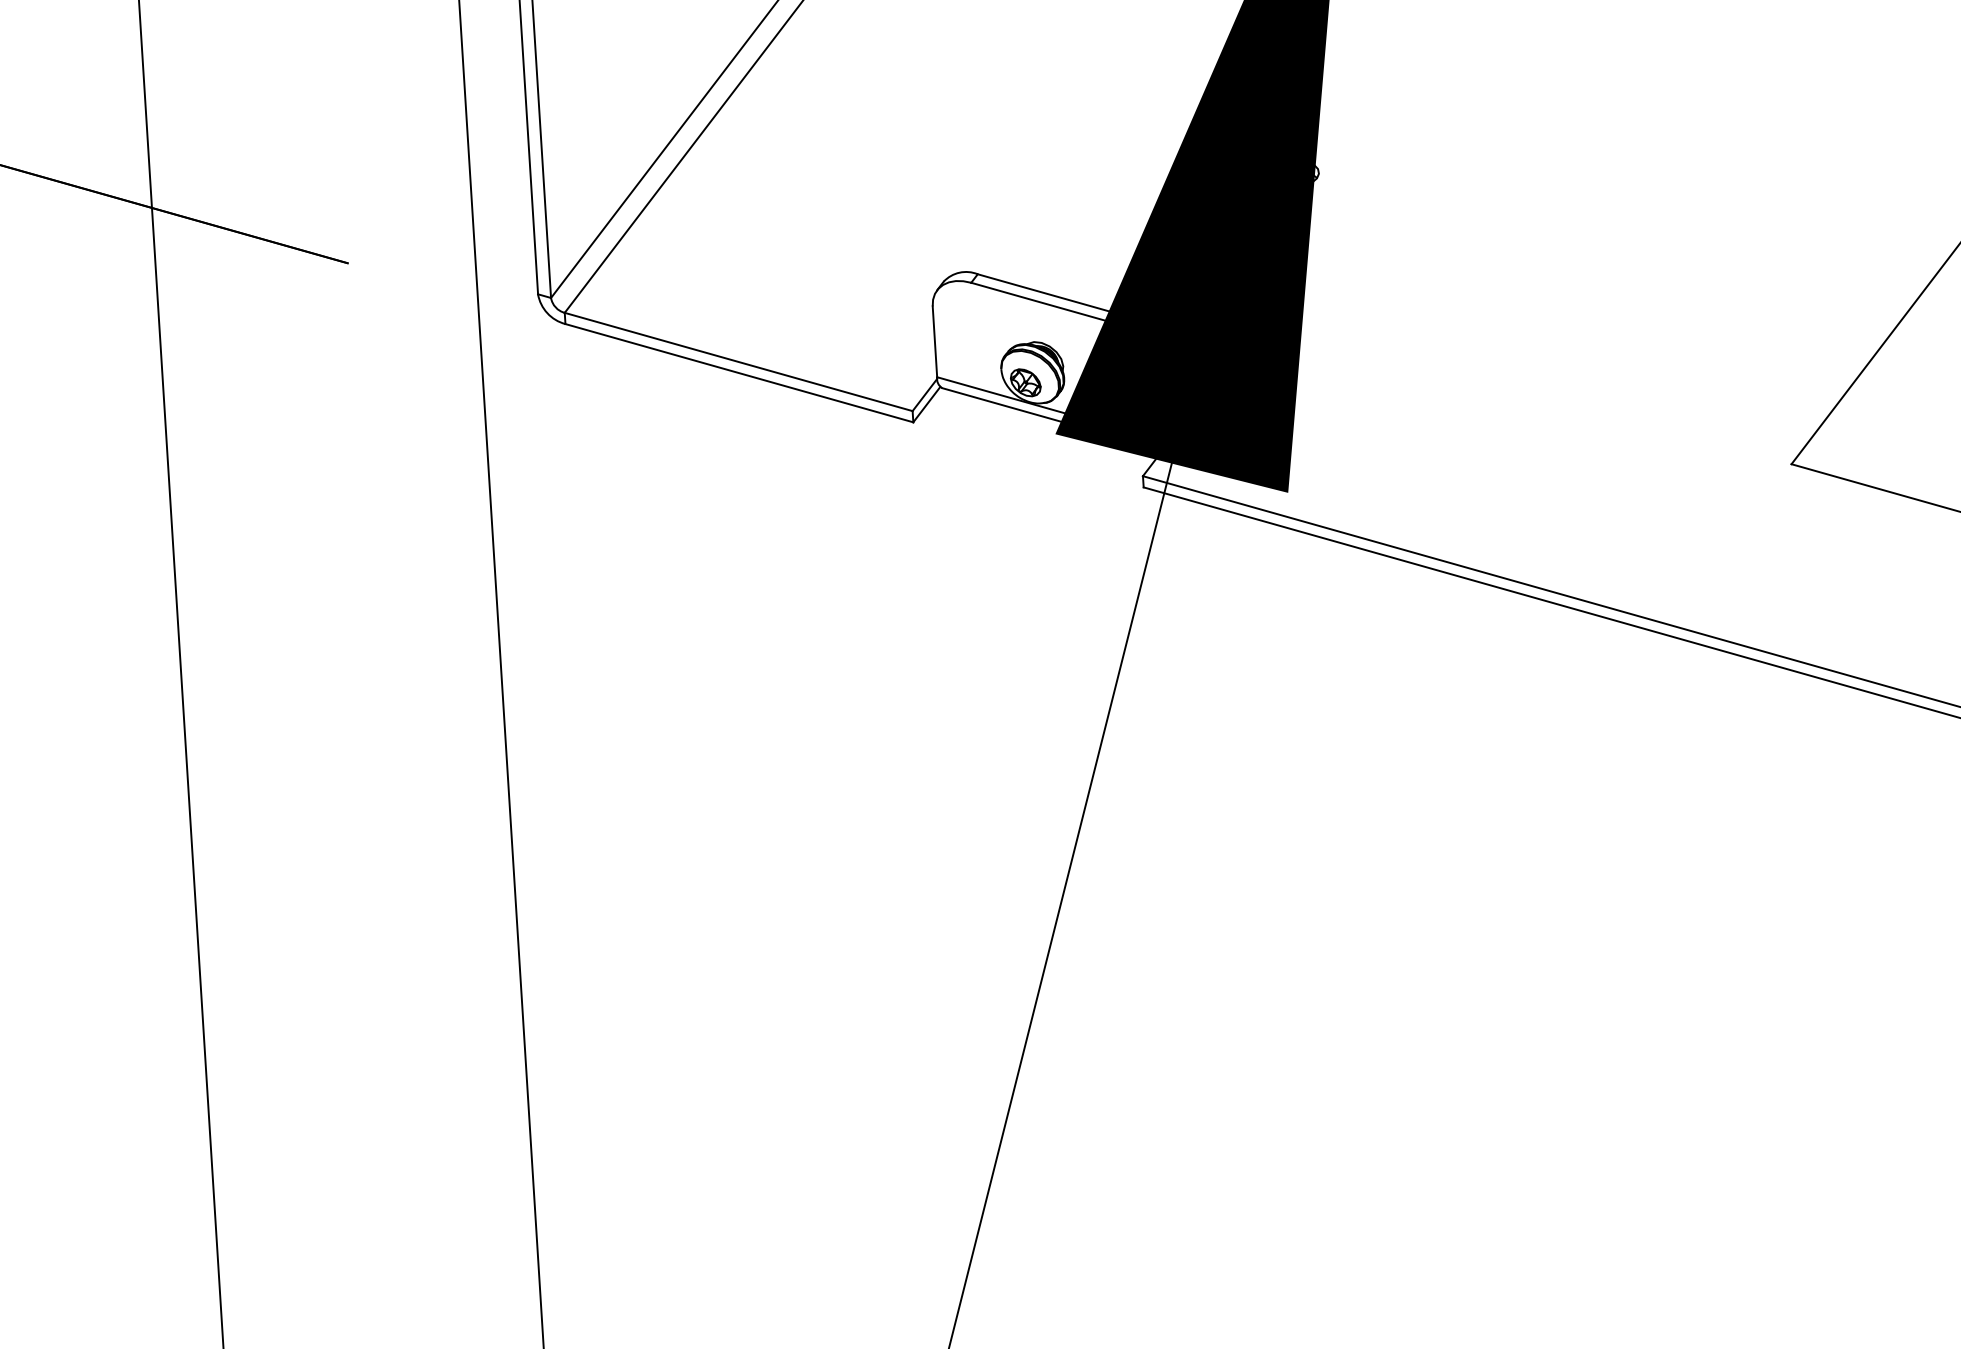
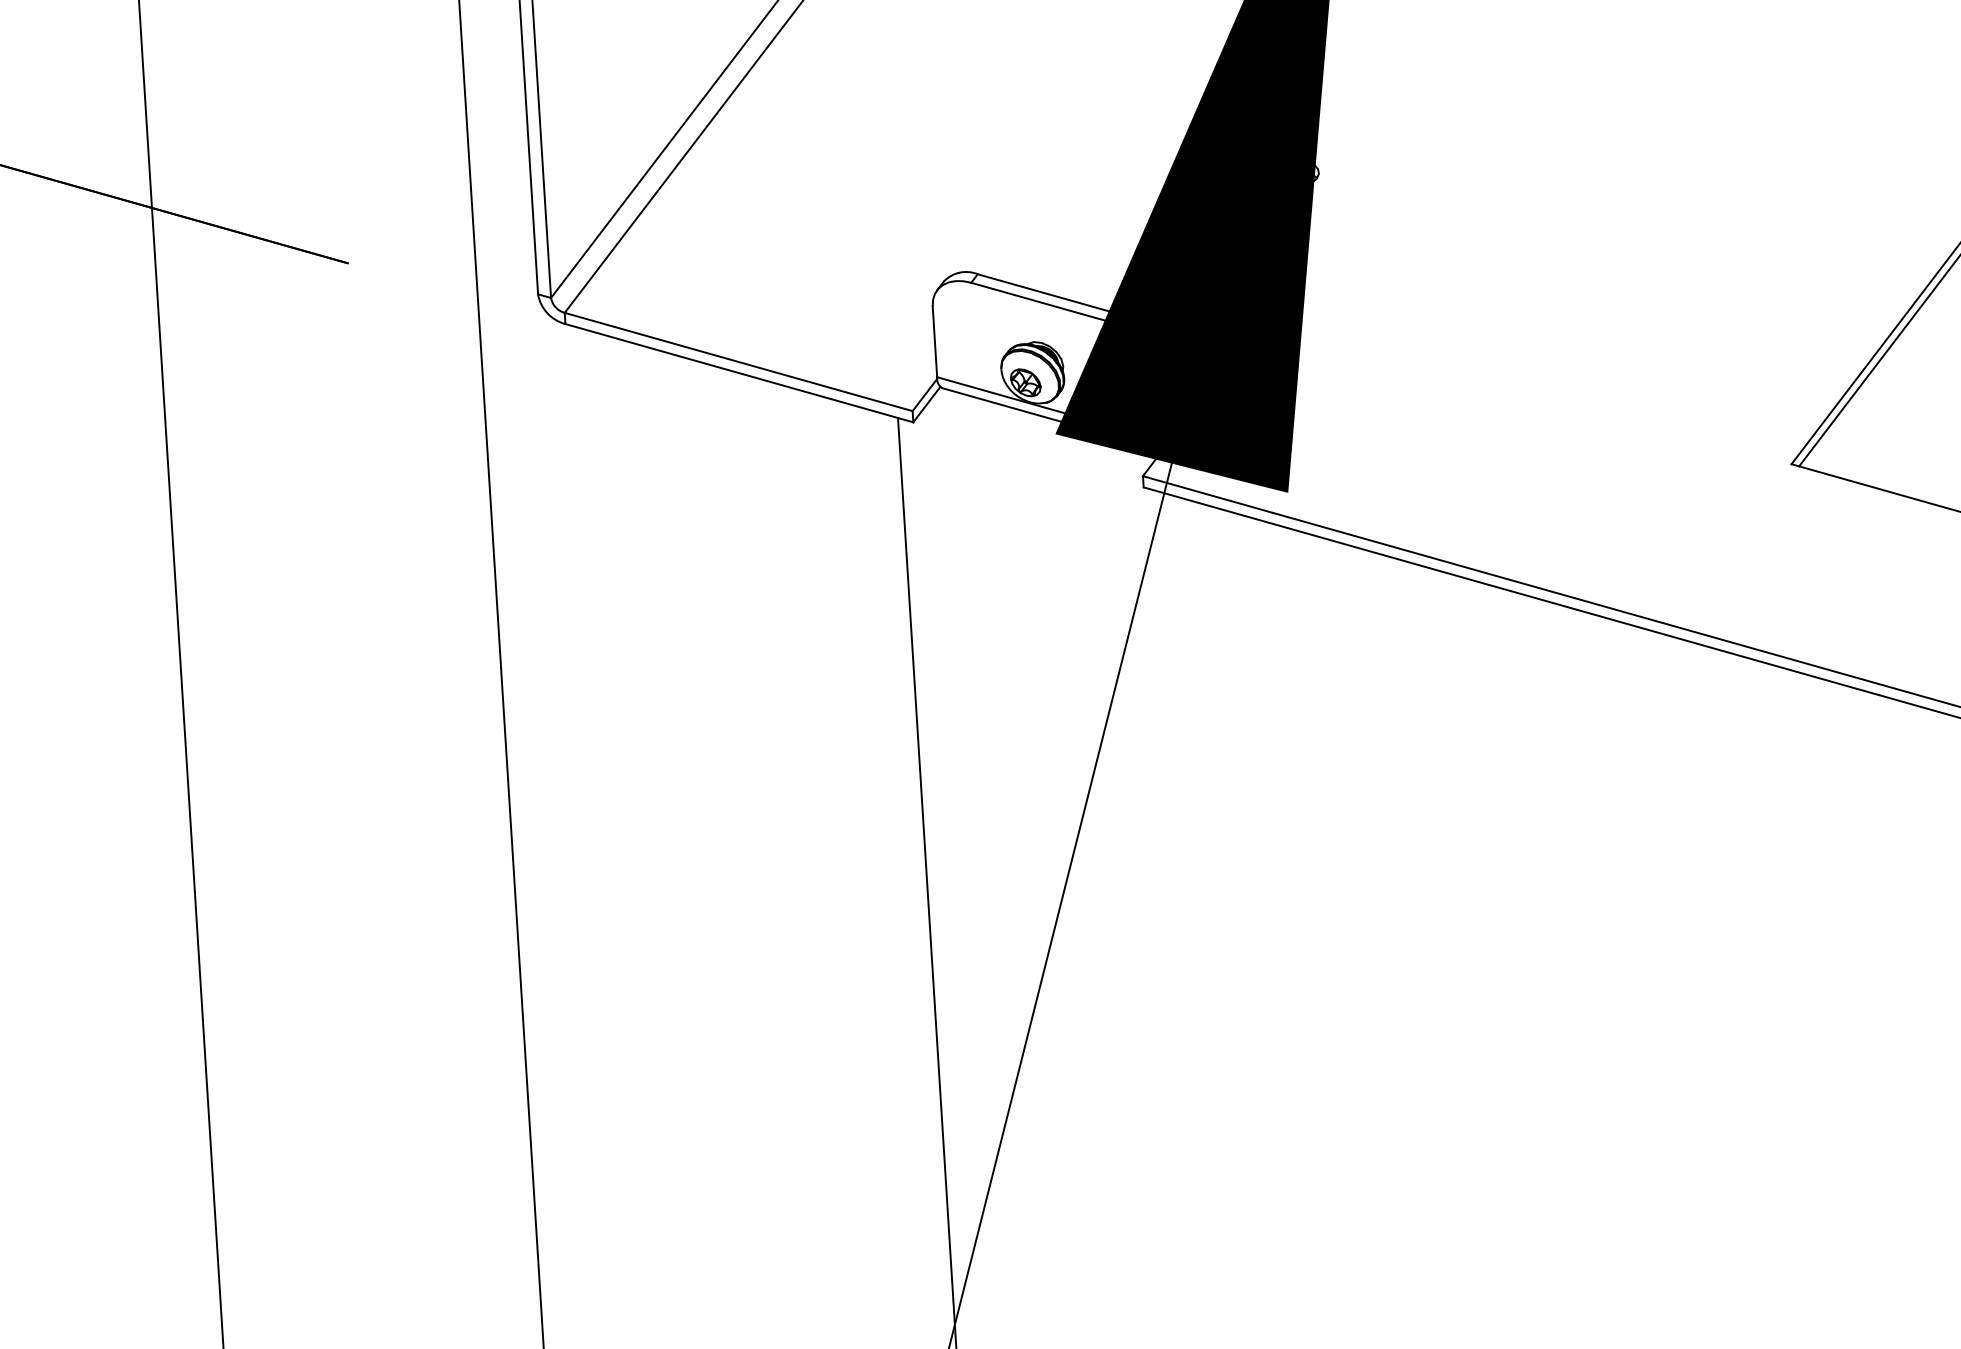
line at (1878, 362): none -> present
line at (927, 881): none -> present
